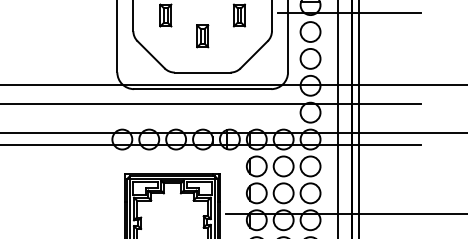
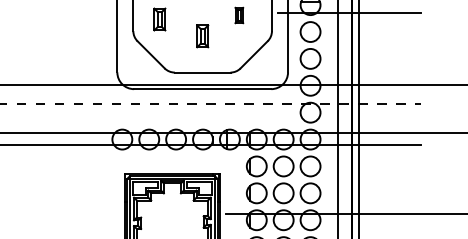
part at (165, 15) position: (165, 15) -> (159, 19)
part at (238, 15) size: 14x25 px -> 11x19 px
line at (211, 103): solid -> dashed
